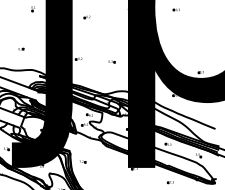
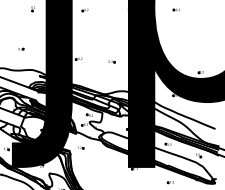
part at (86, 17) position: (86, 17) -> (84, 10)
part at (82, 161) position: (82, 161) -> (80, 147)
